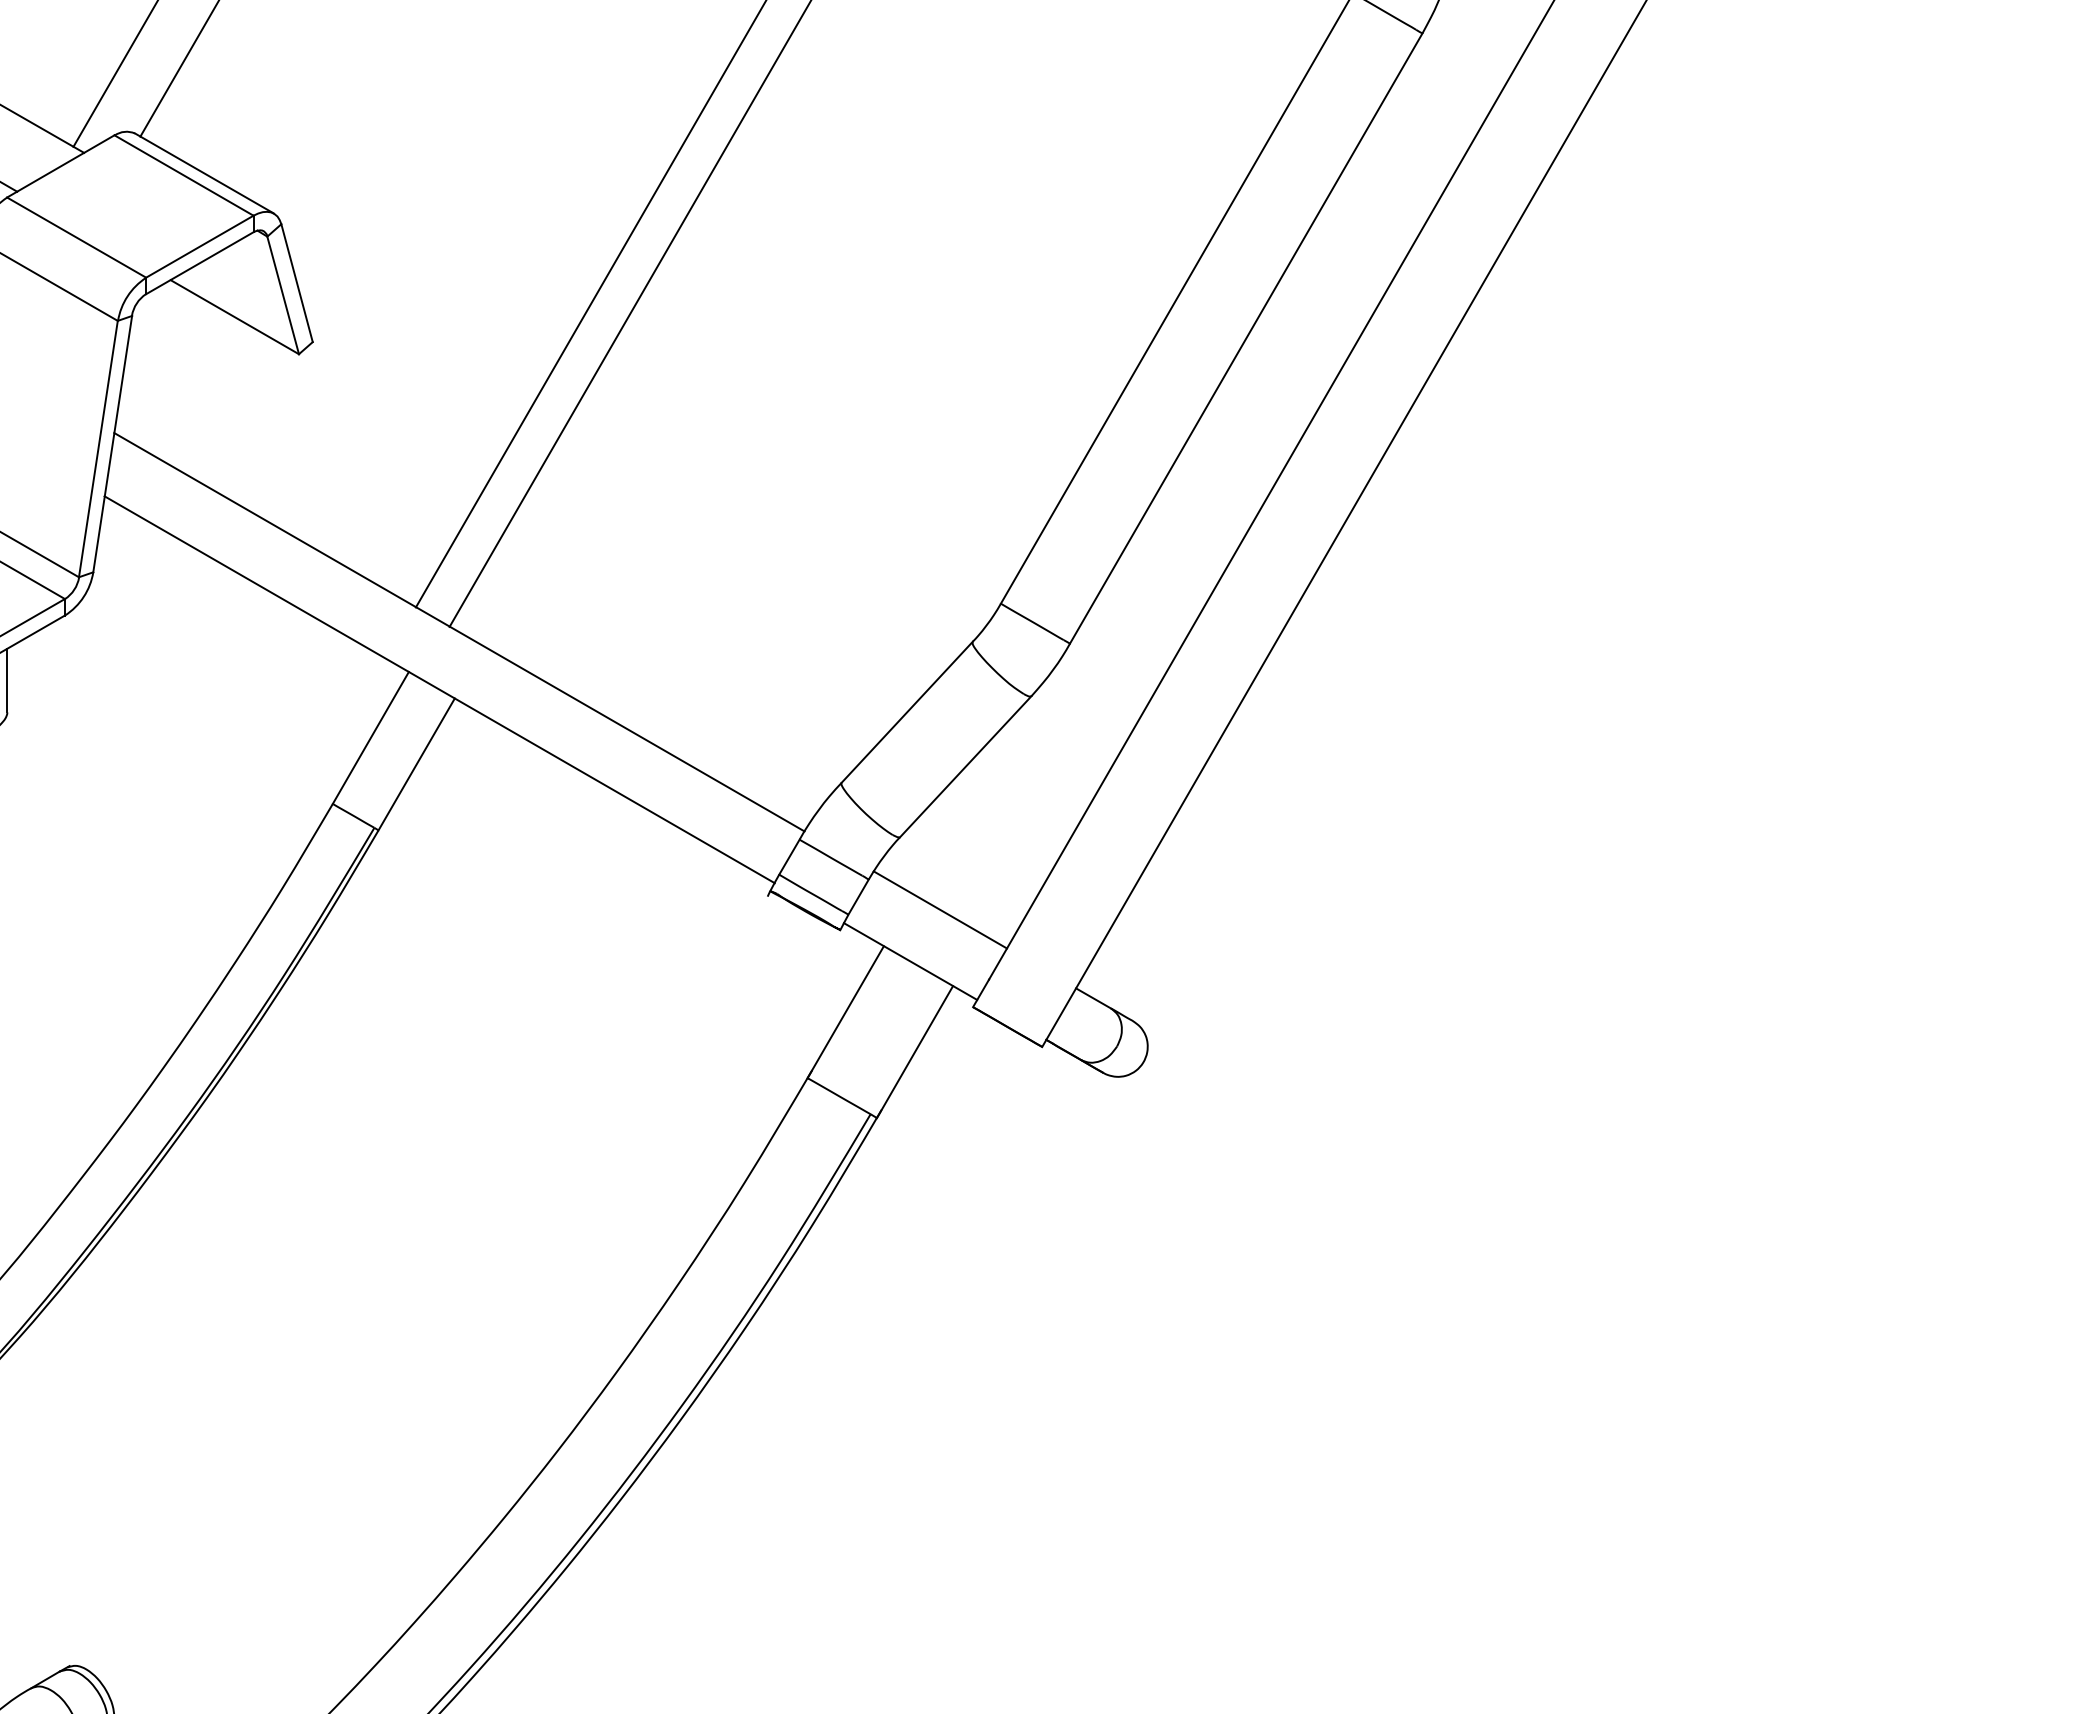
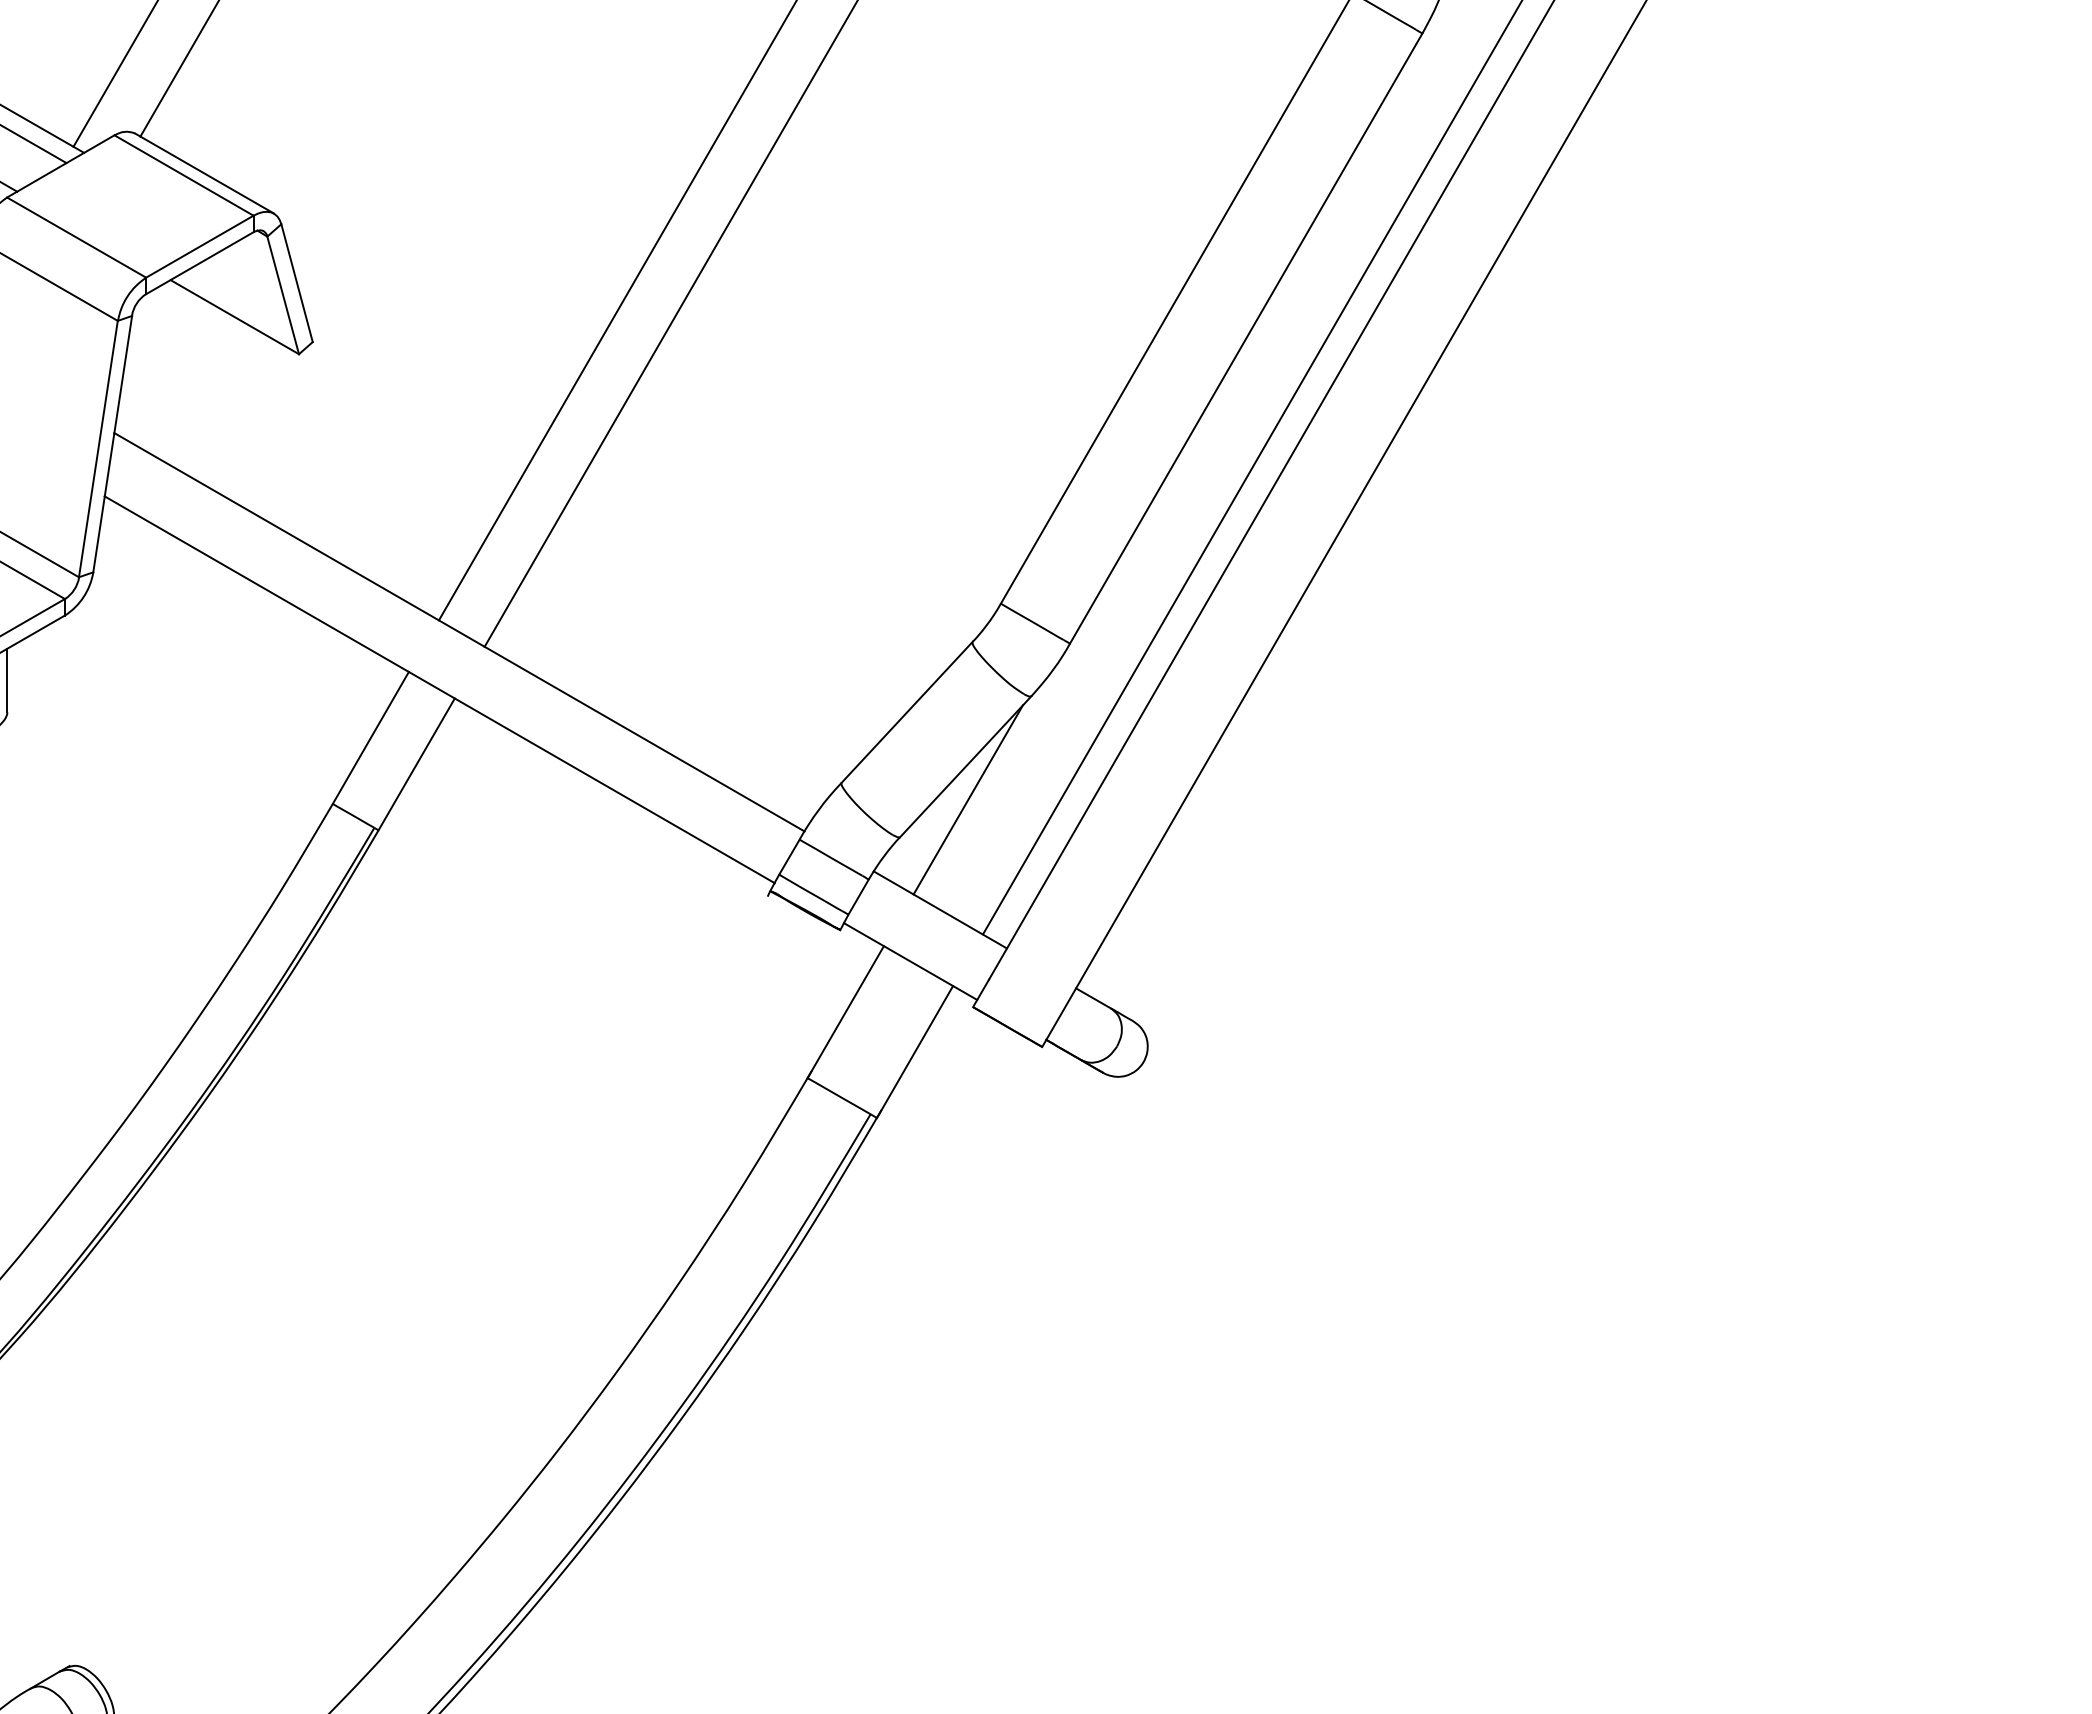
line at (34, 144): none -> present
line at (589, 304) position: (589, 304) -> (616, 311)
line at (629, 314) position: (629, 314) -> (670, 324)
line at (1252, 468): none -> present
line at (967, 799): none -> present
